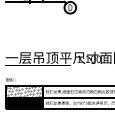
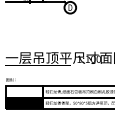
hatch at (24, 91): present -> none
